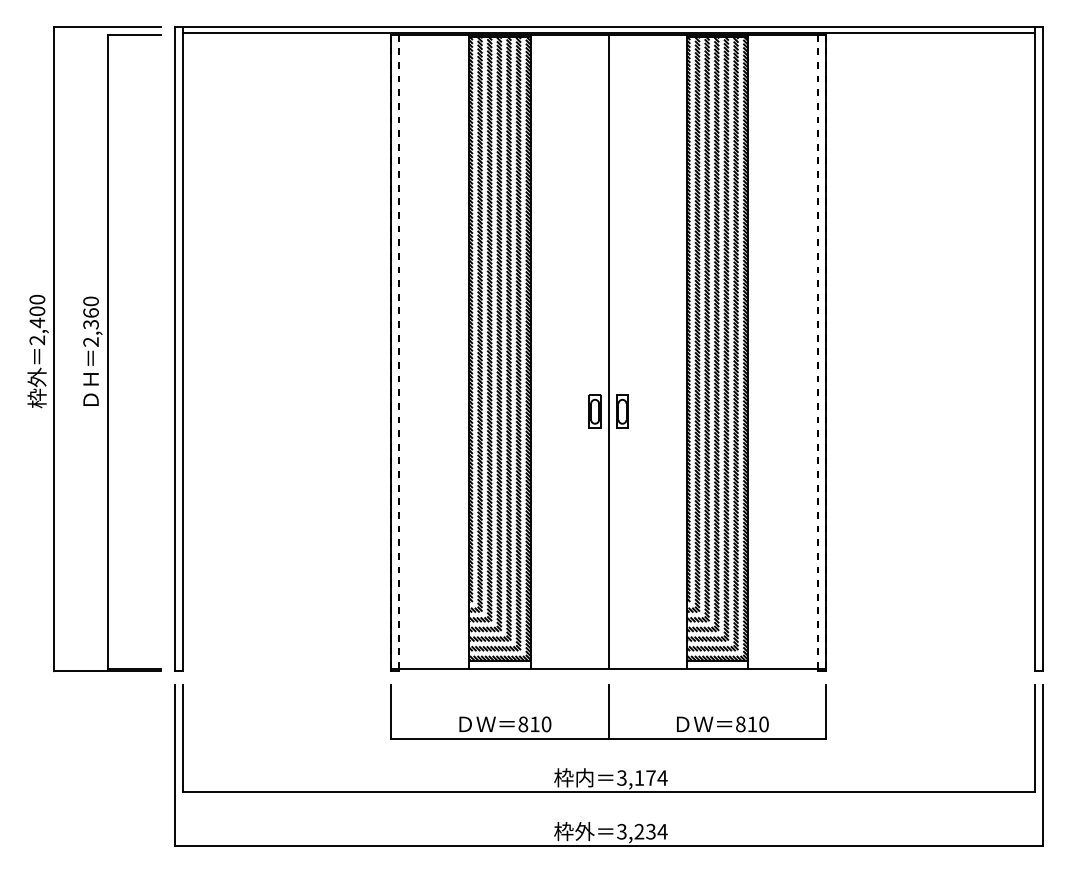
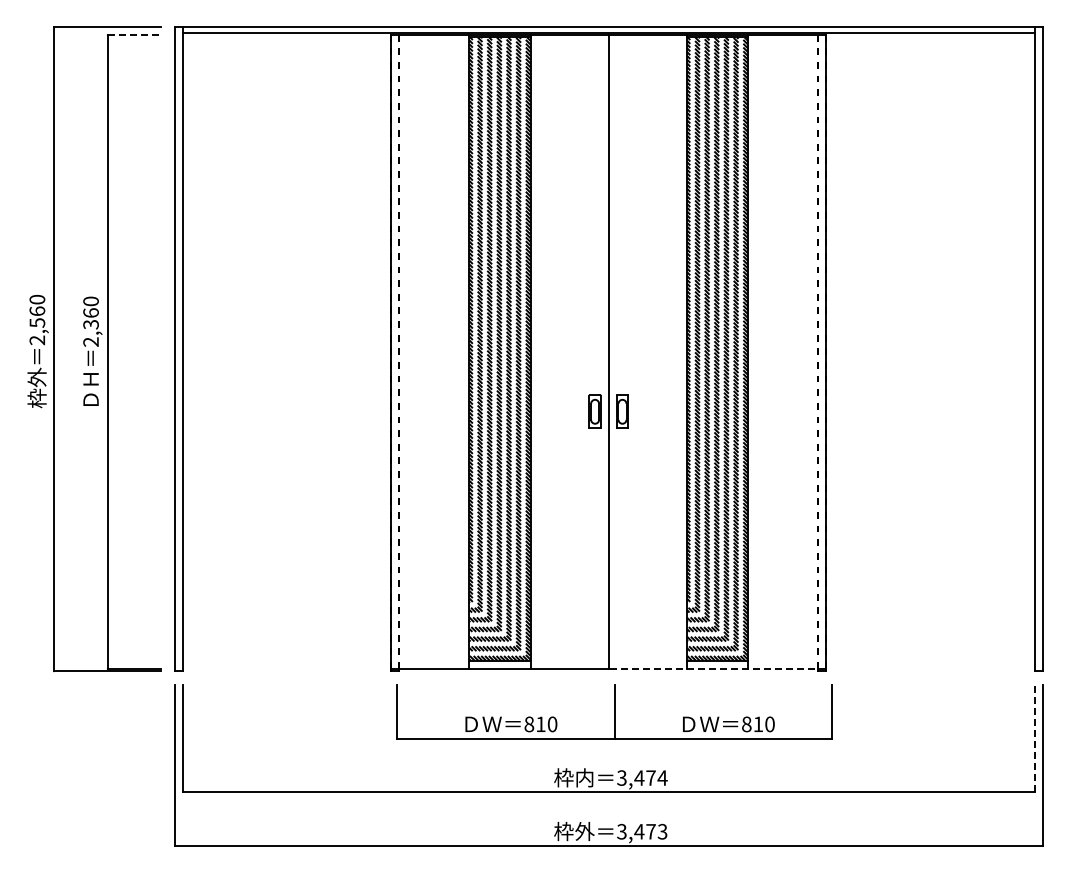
line at (134, 35): solid -> dashed
text at (37, 317): 2,400 -> 2,560
line at (717, 668): solid -> dashed
part at (608, 711) position: (608, 711) -> (614, 711)
line at (1034, 738): solid -> dashed
text at (639, 777): 3,174 -> 3,474
text at (650, 831): 3,234 -> 3,473
